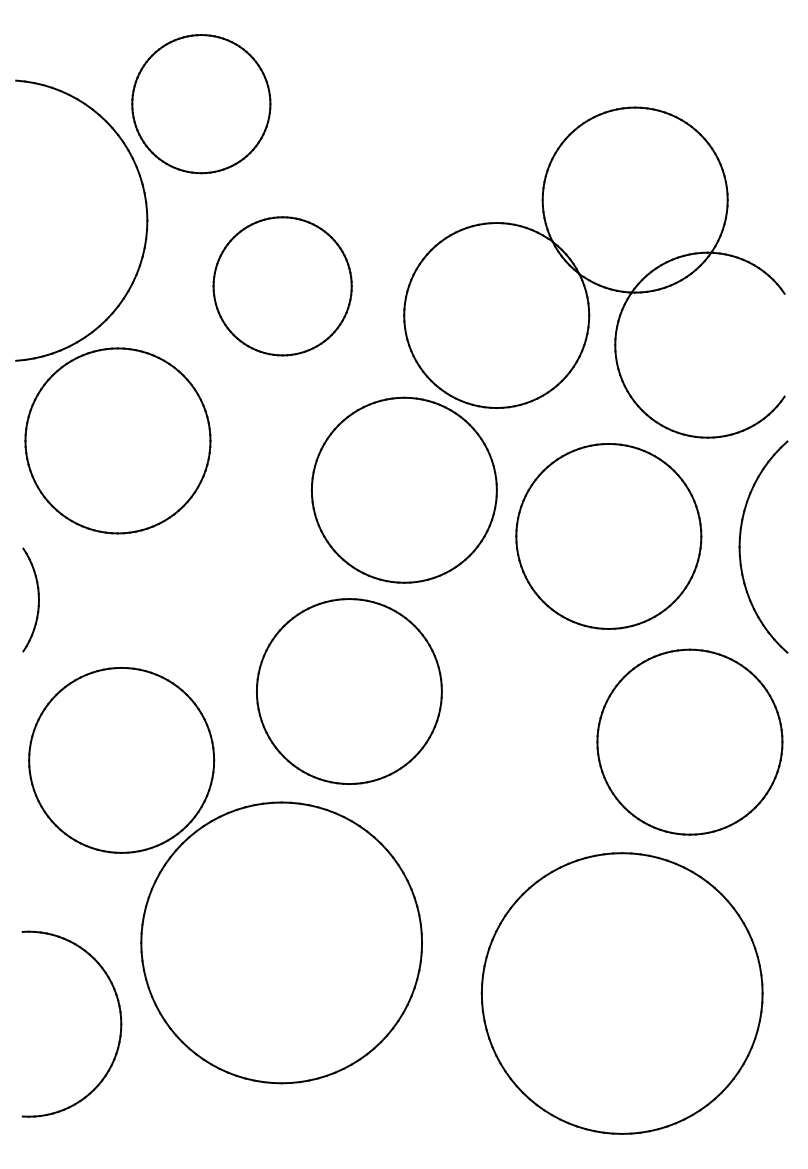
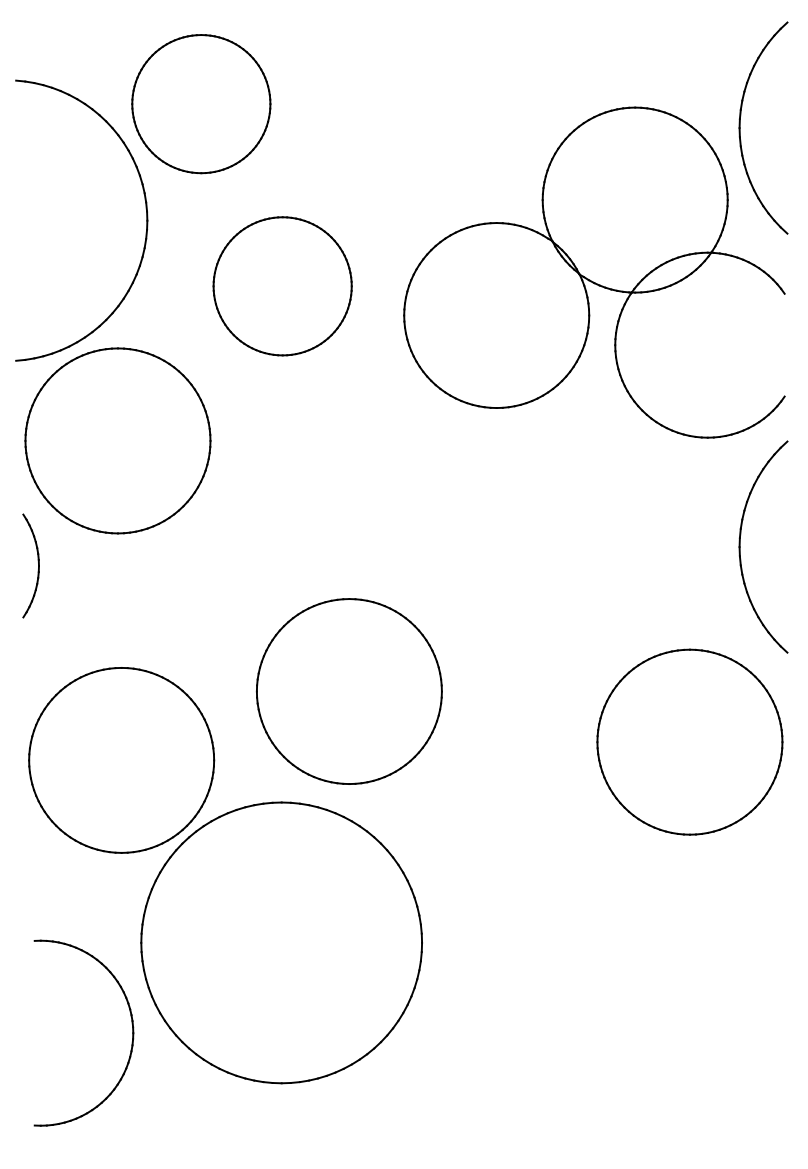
part at (740, 127): none -> present
part at (403, 489): present -> none
part at (608, 536): present -> none
part at (38, 599) position: (38, 599) -> (38, 565)
part at (621, 993): present -> none
part at (119, 1015) position: (119, 1015) -> (131, 1024)
